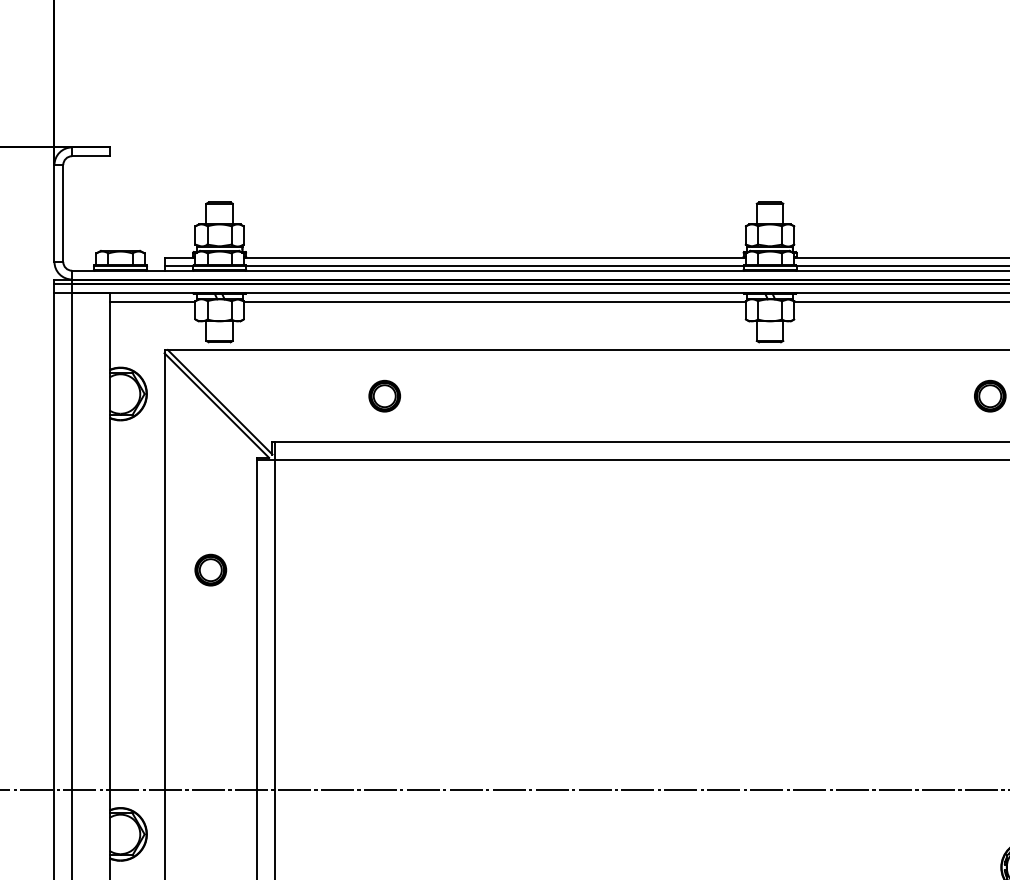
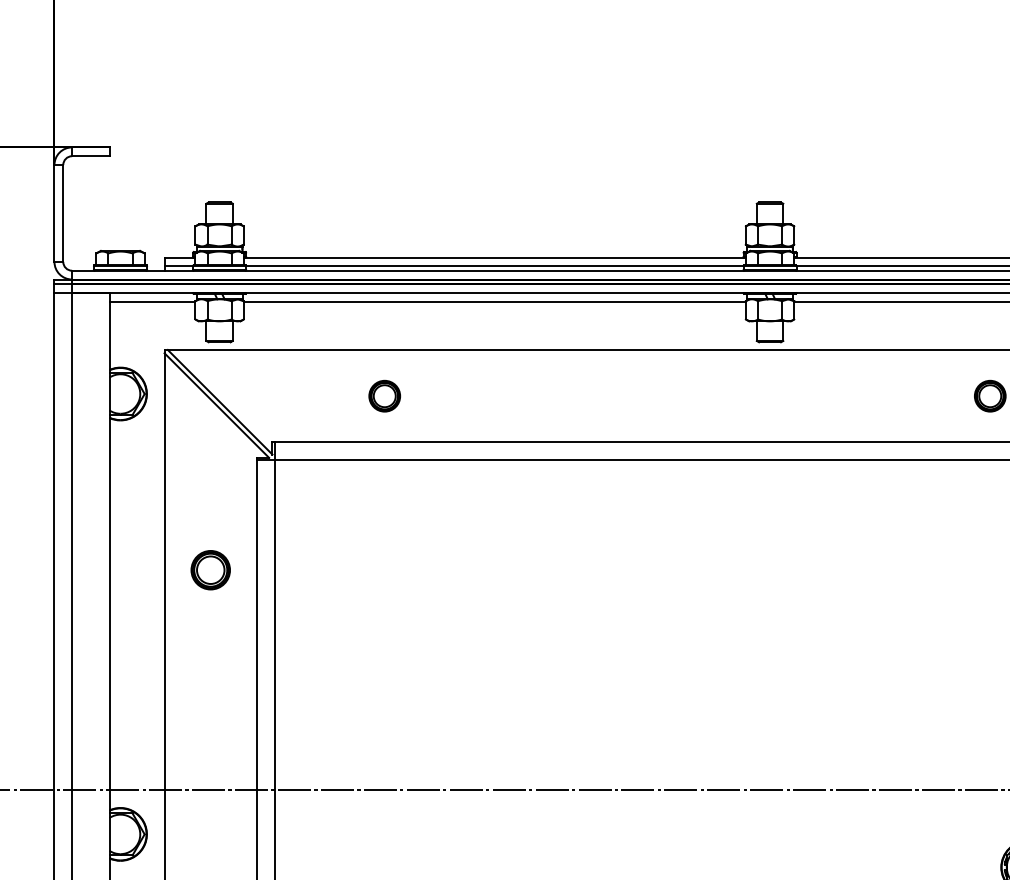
part at (210, 569) size: 34x34 px -> 41x41 px
